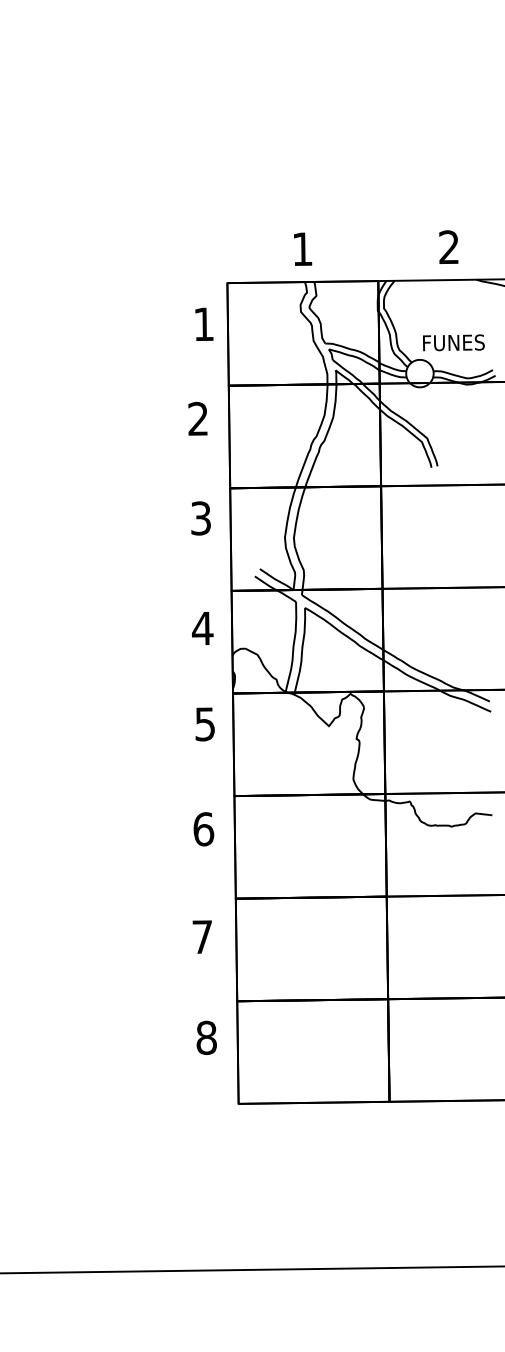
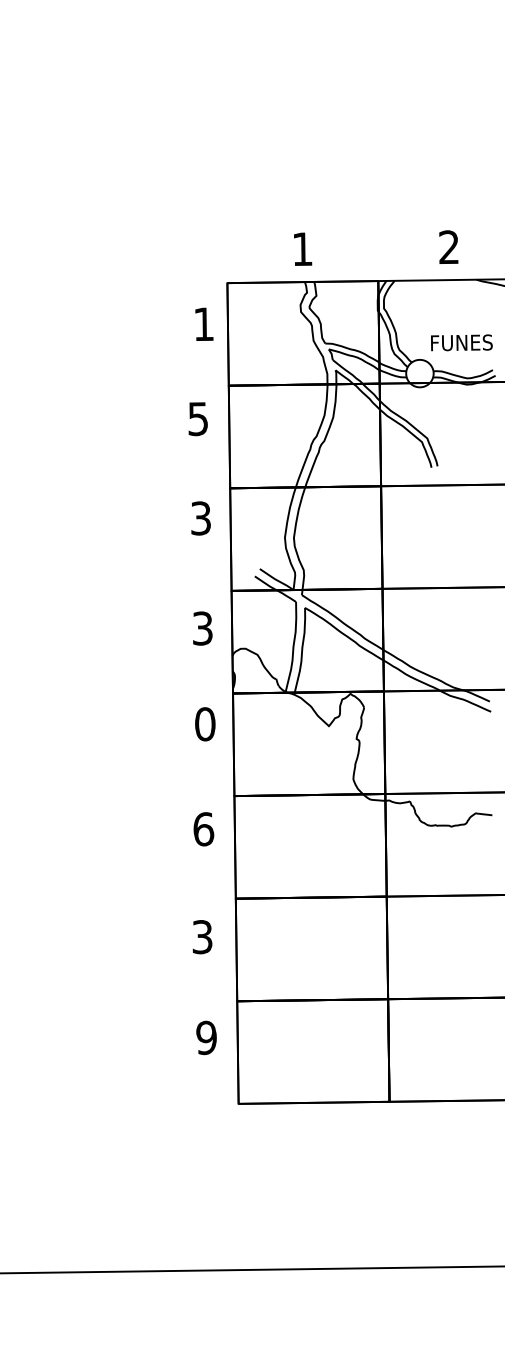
text at (453, 342) position: (453, 342) -> (461, 342)
text at (197, 418): 2 -> 5
text at (202, 628): 4 -> 3
text at (205, 724): 5 -> 0
text at (202, 937): 7 -> 3
text at (206, 1037): 8 -> 9
